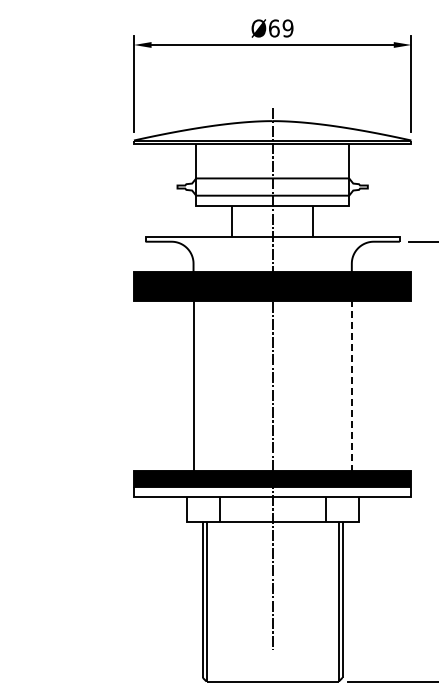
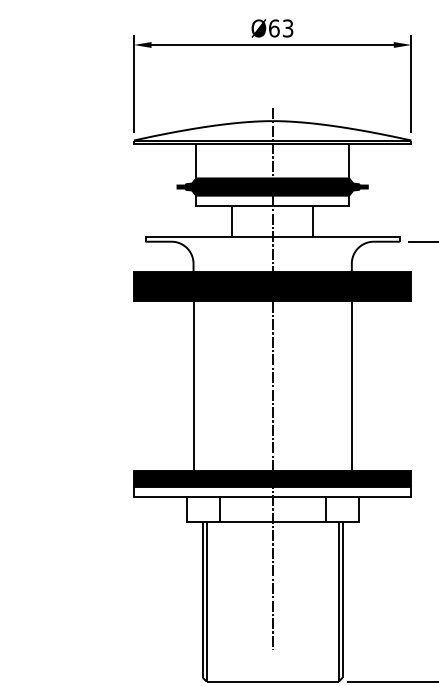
text at (287, 28): Ø69 -> Ø63
fill at (272, 186): none -> present
line at (351, 386): dashed -> solid
